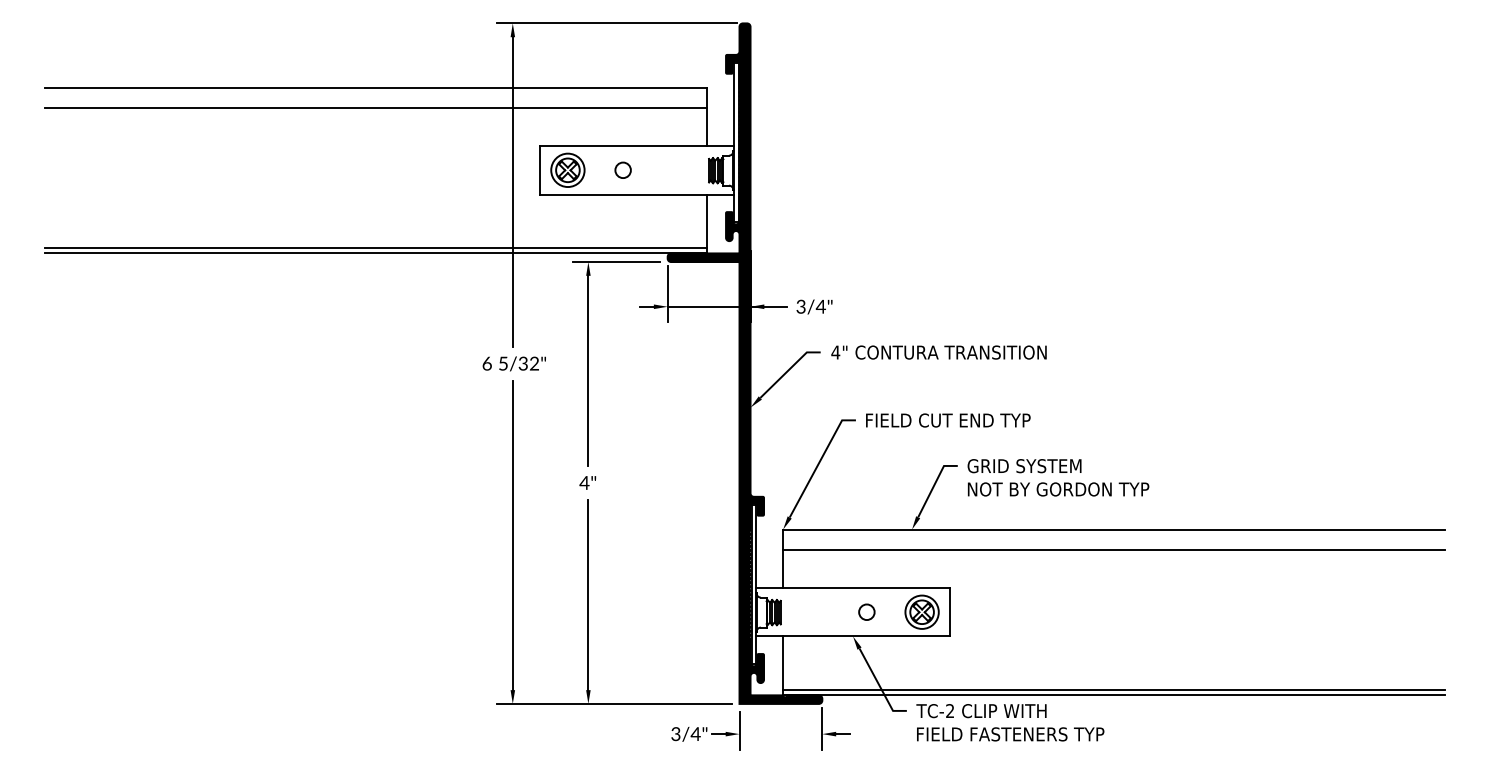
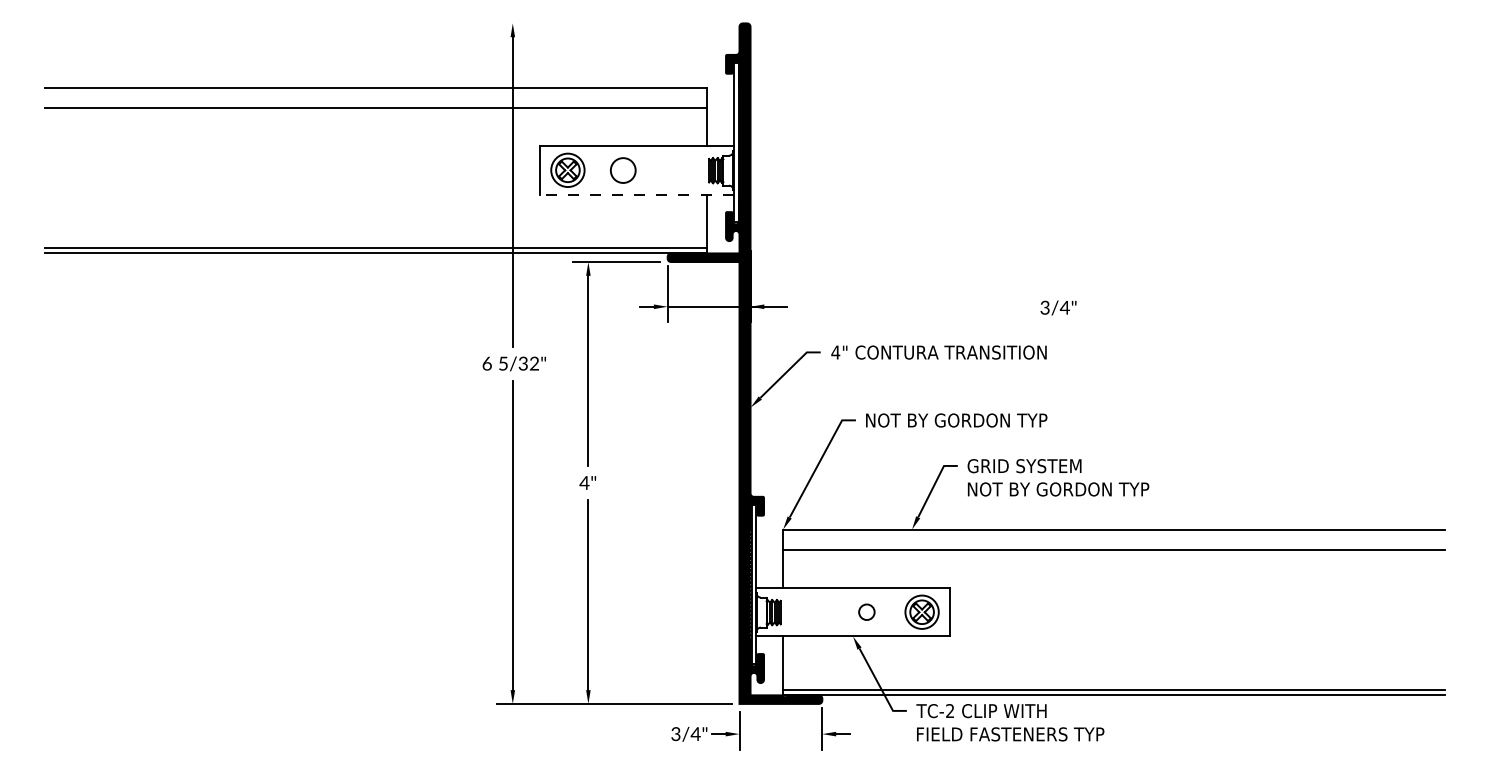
line at (617, 23): present -> none
circle at (622, 169) size: 18x18 px -> 27x27 px
line at (636, 194): solid -> dashed
text at (814, 306) position: (814, 306) -> (1058, 307)
text at (957, 420): FIELD CUT END TYP -> NOT BY GORDON TYP
